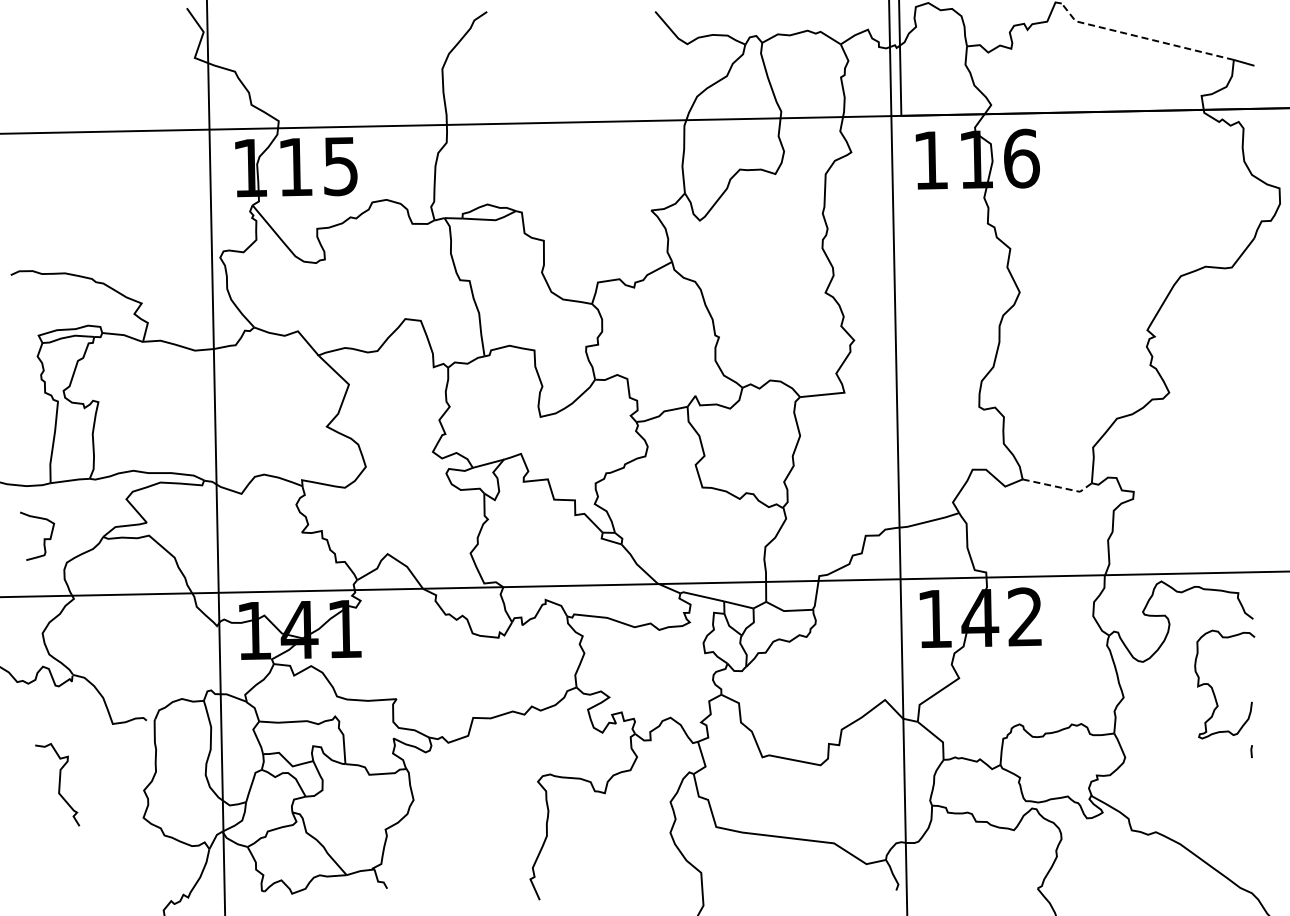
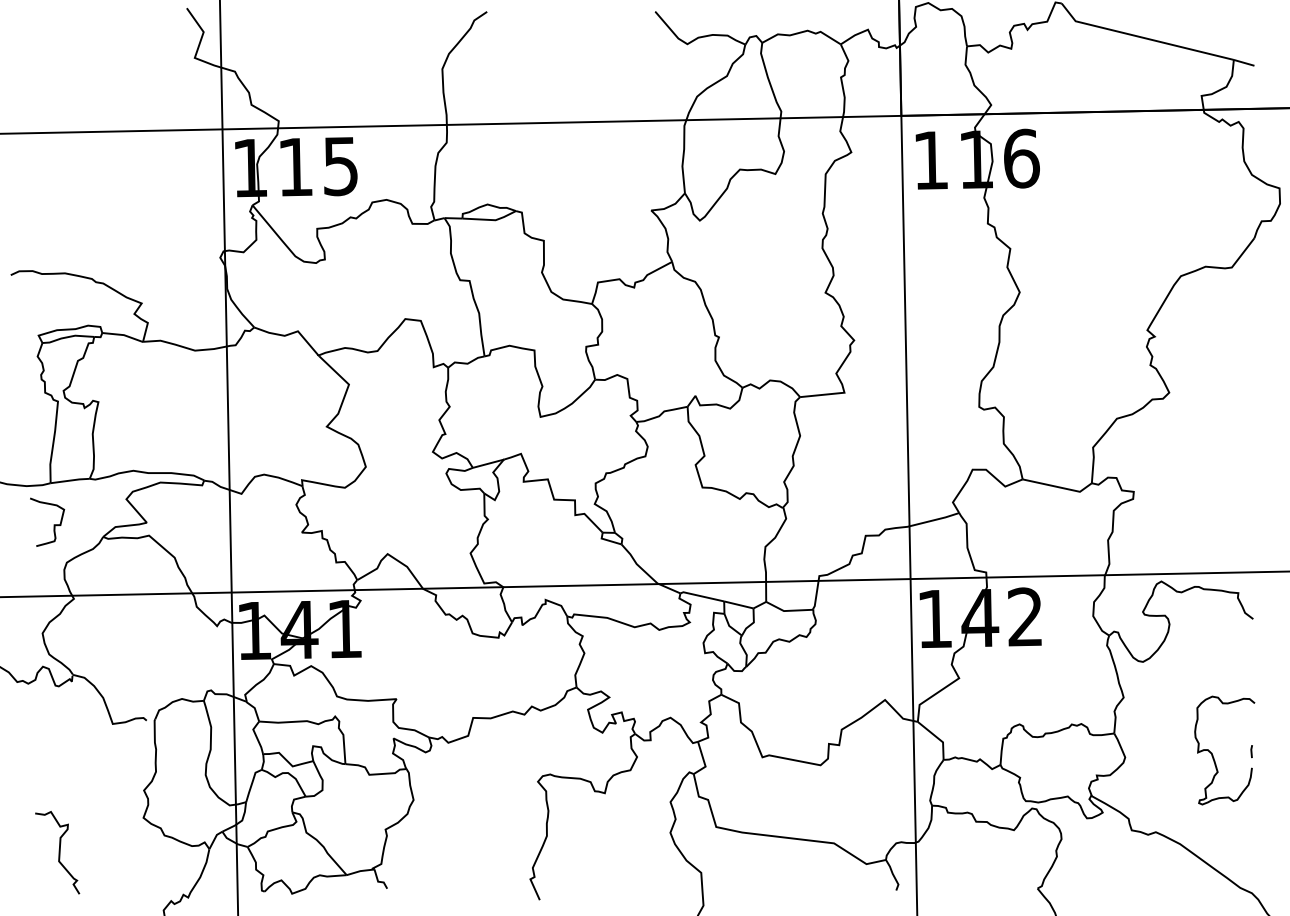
line at (1142, 37): dashed -> solid
line at (216, 457) position: (216, 457) -> (229, 457)
line at (898, 457) position: (898, 457) -> (908, 457)
line at (1059, 487): dashed -> solid
curve at (43, 538) position: (43, 538) -> (53, 524)
curve at (1213, 689) position: (1213, 689) -> (1213, 755)
curve at (58, 784) position: (58, 784) -> (58, 852)
